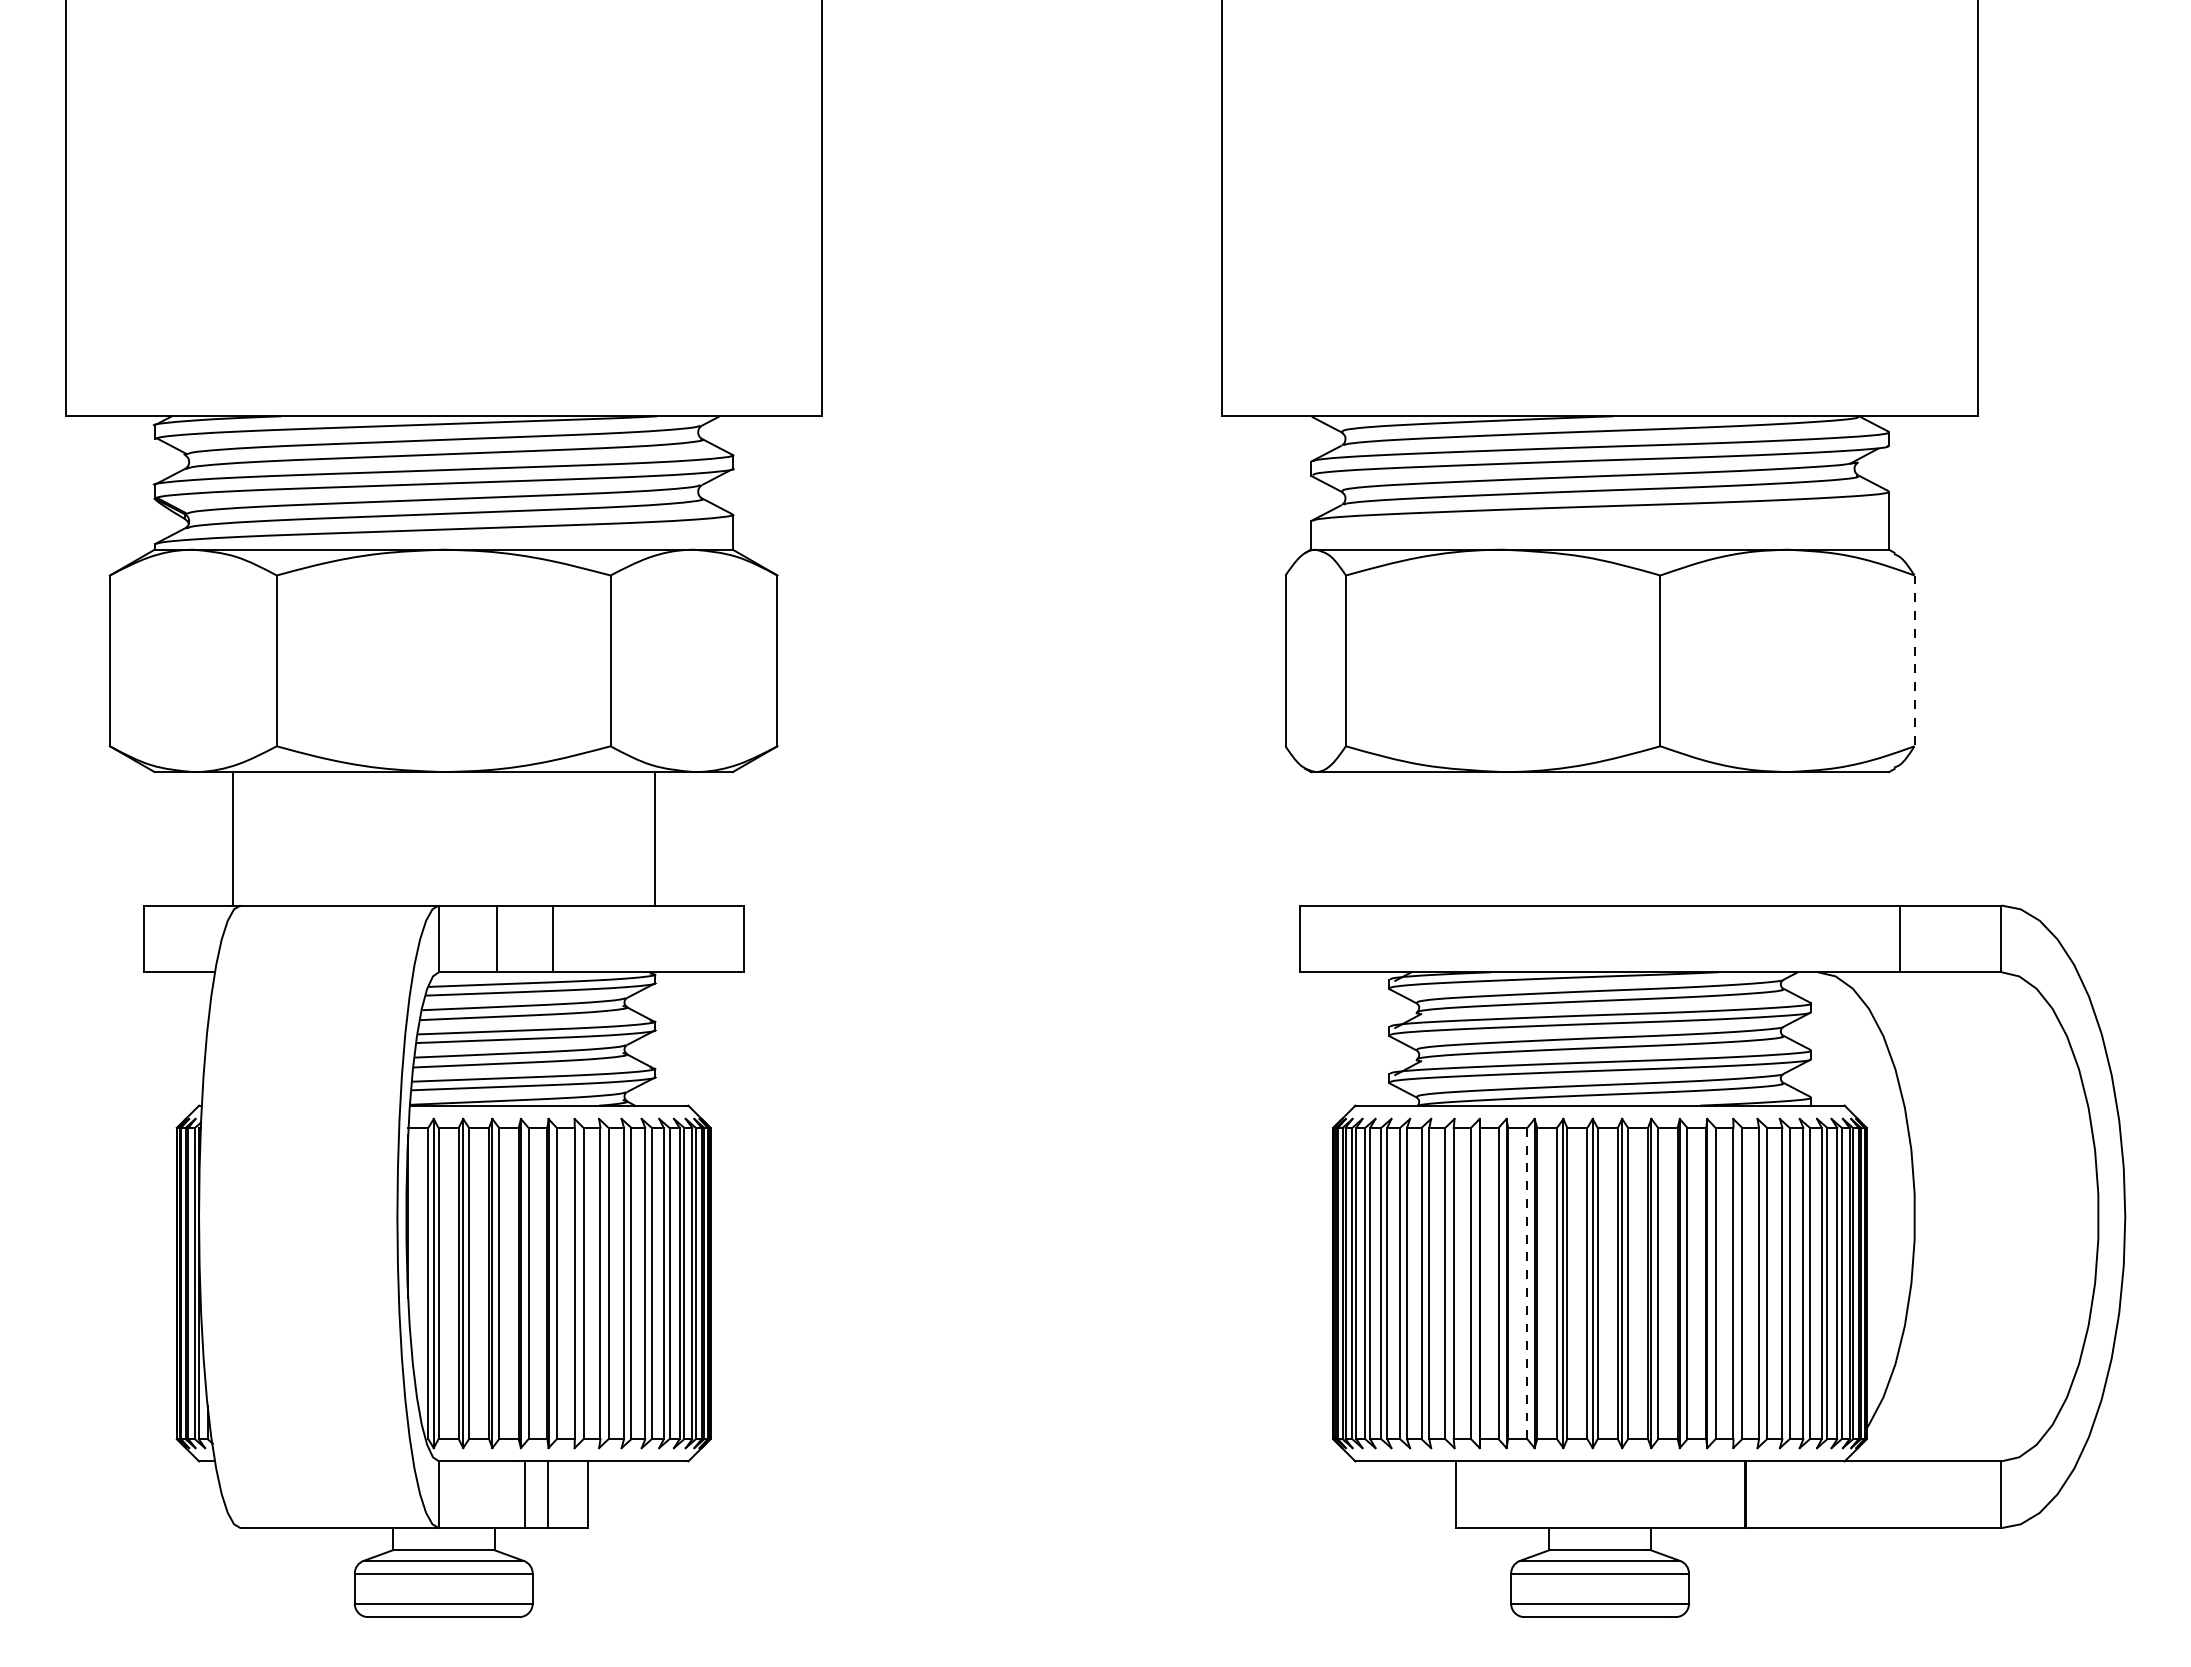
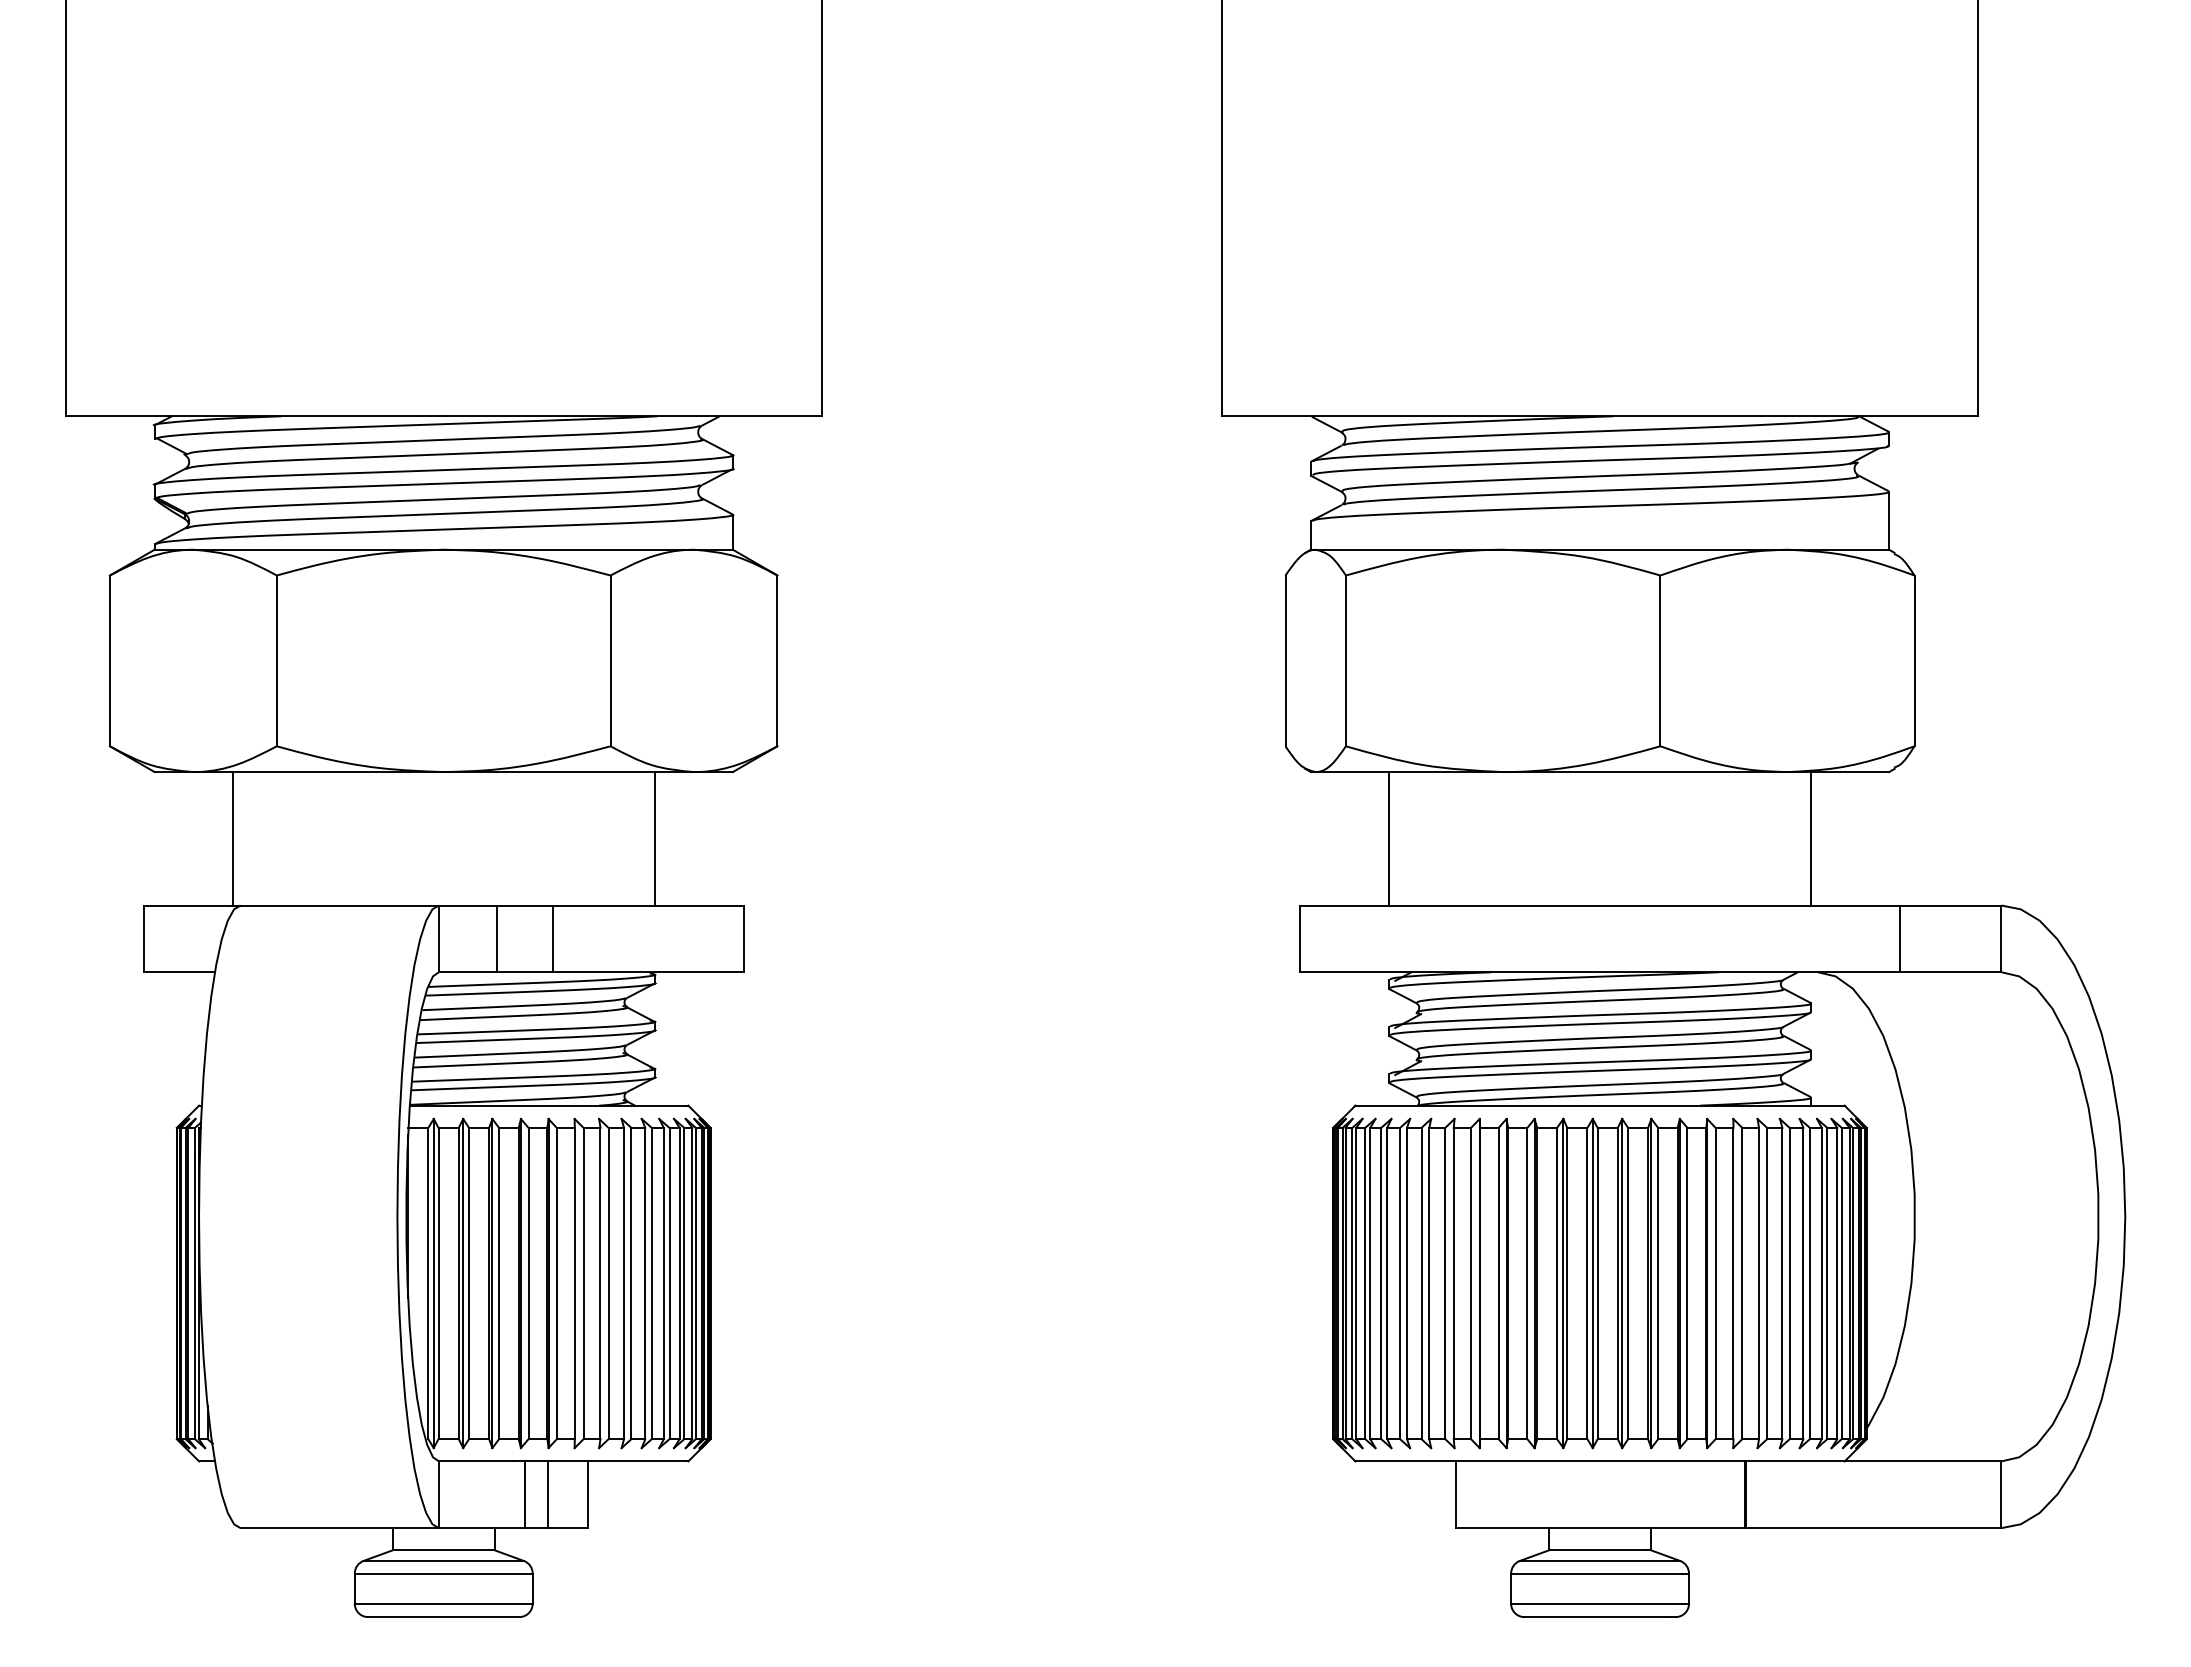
line at (1914, 661): dashed -> solid
line at (1388, 838): none -> present
line at (1811, 838): none -> present
line at (1527, 1283): dashed -> solid
